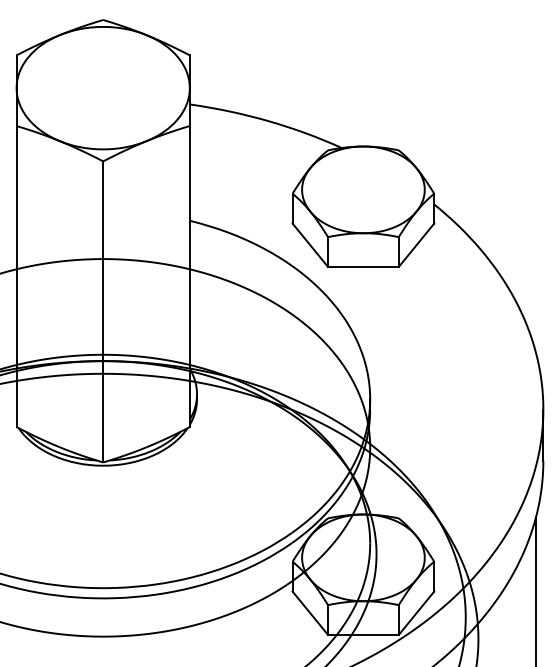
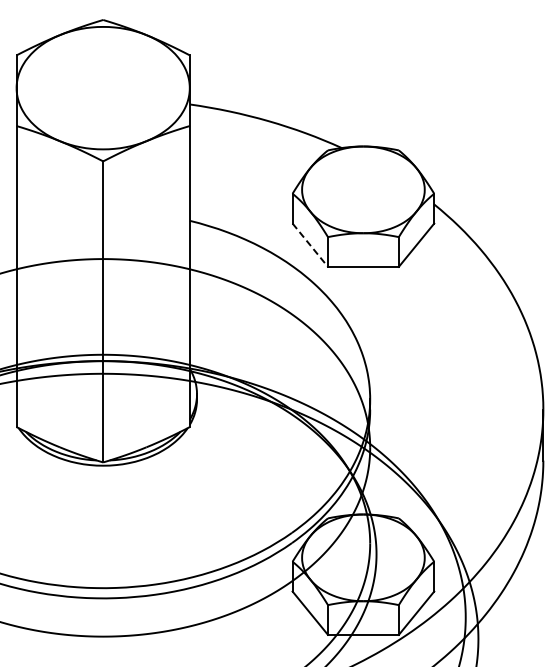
line at (310, 245): solid -> dashed
line at (536, 589): present -> none
